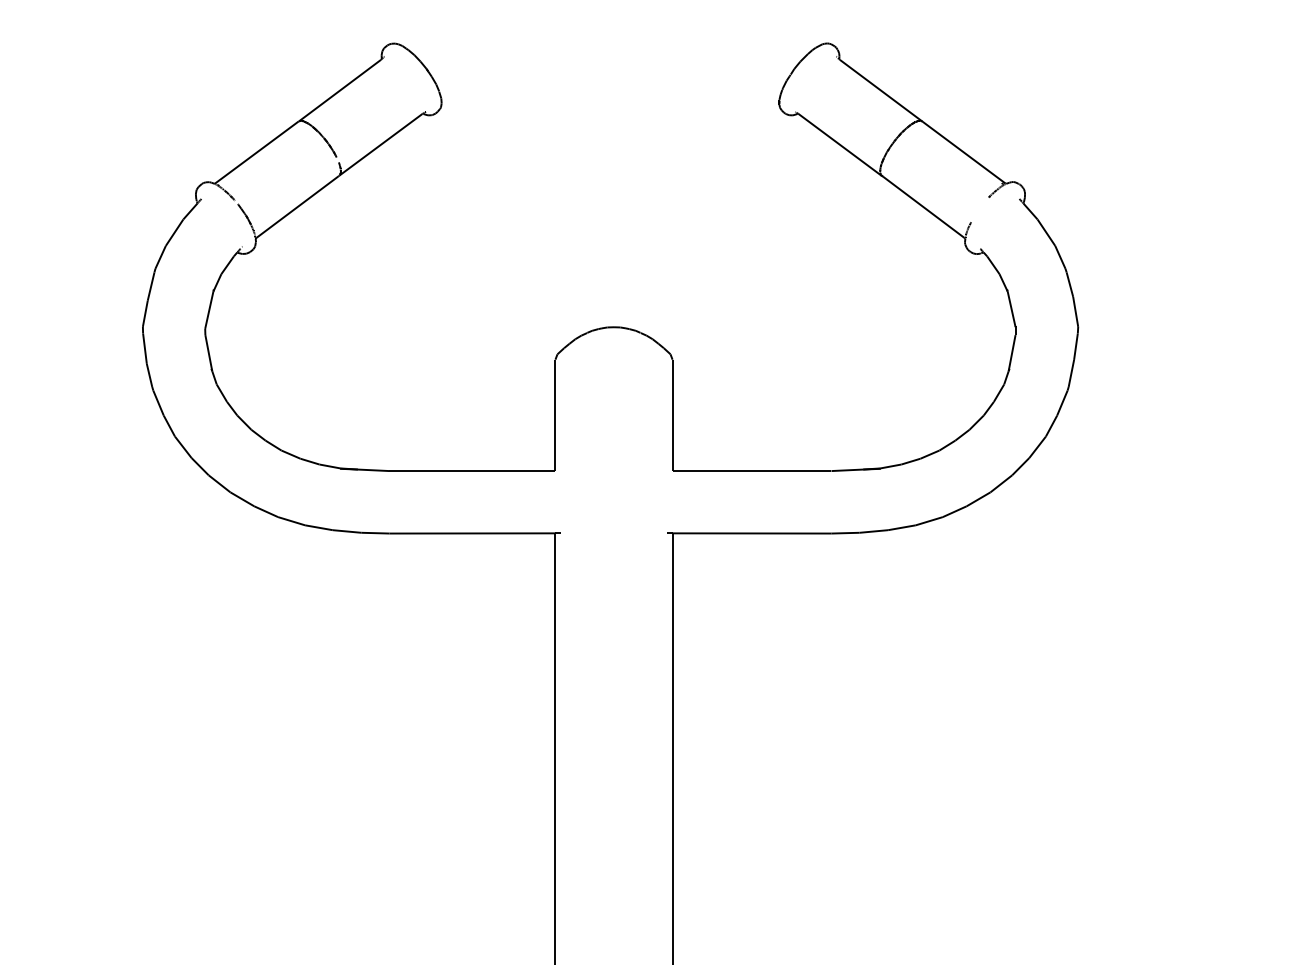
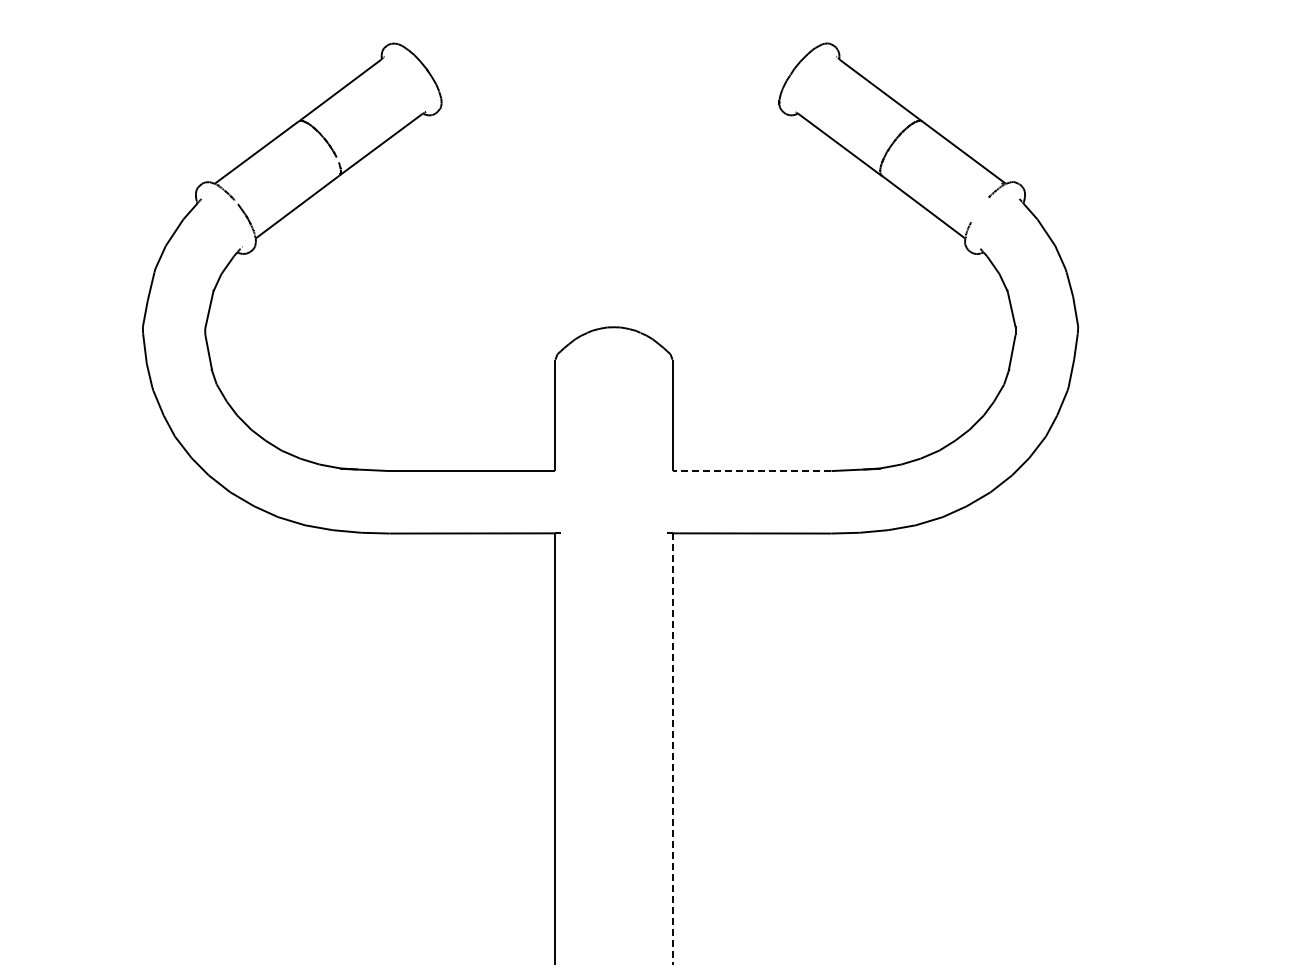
line at (751, 471): solid -> dashed
line at (672, 749): solid -> dashed
